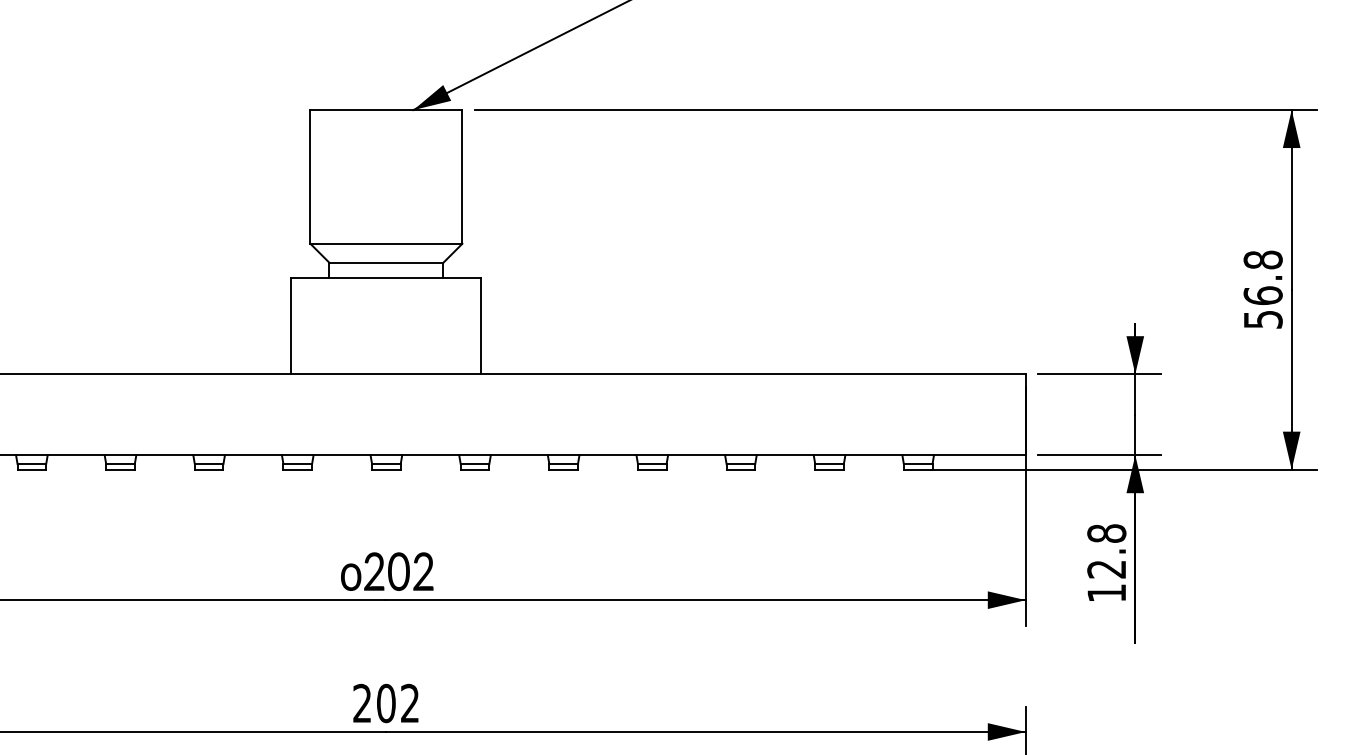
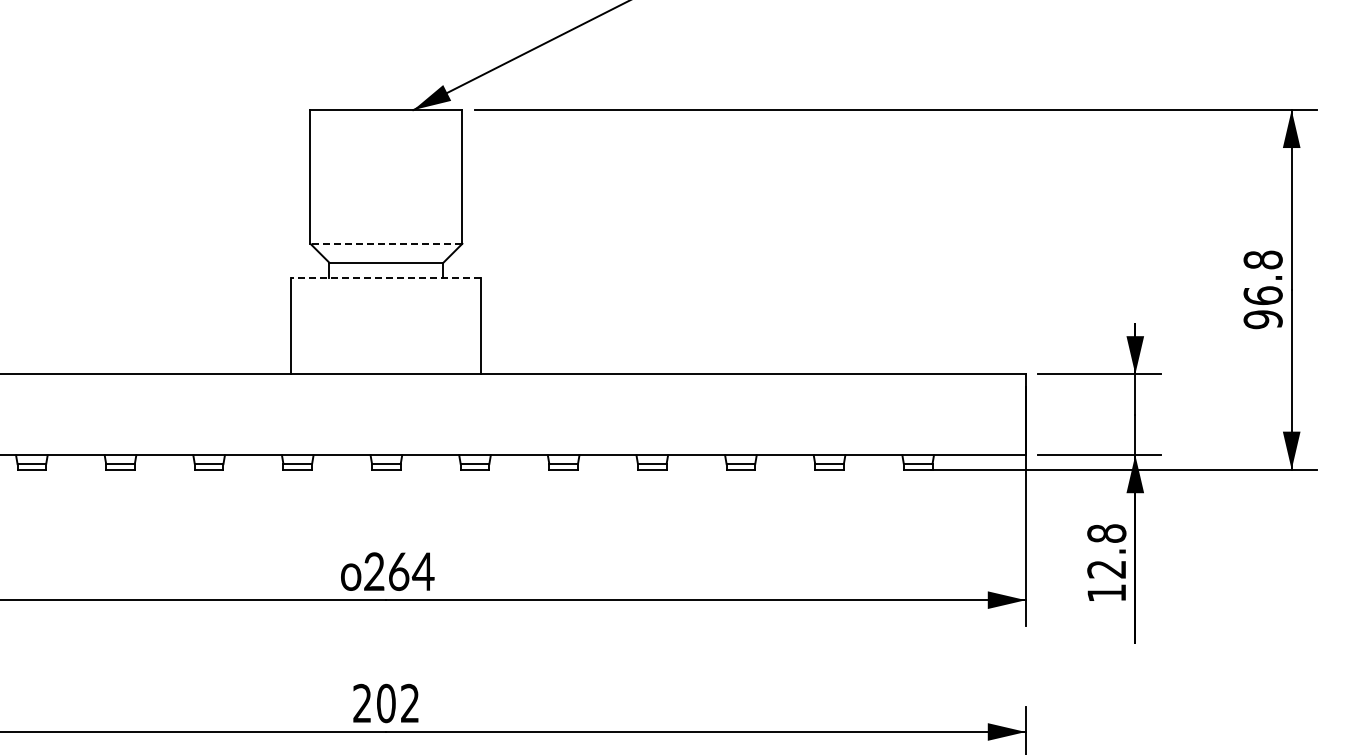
line at (386, 243): solid -> dashed
line at (386, 277): solid -> dashed
text at (1262, 319): 56.8 -> 96.8
text at (411, 571): 202 -> 264
